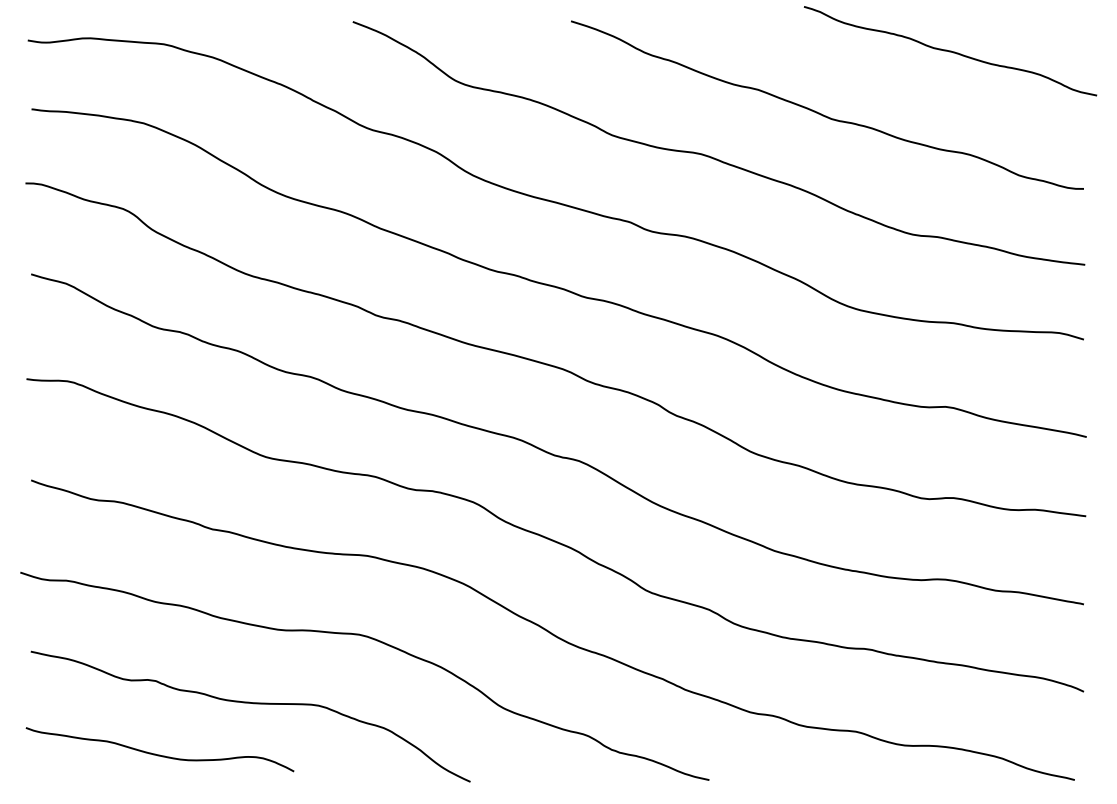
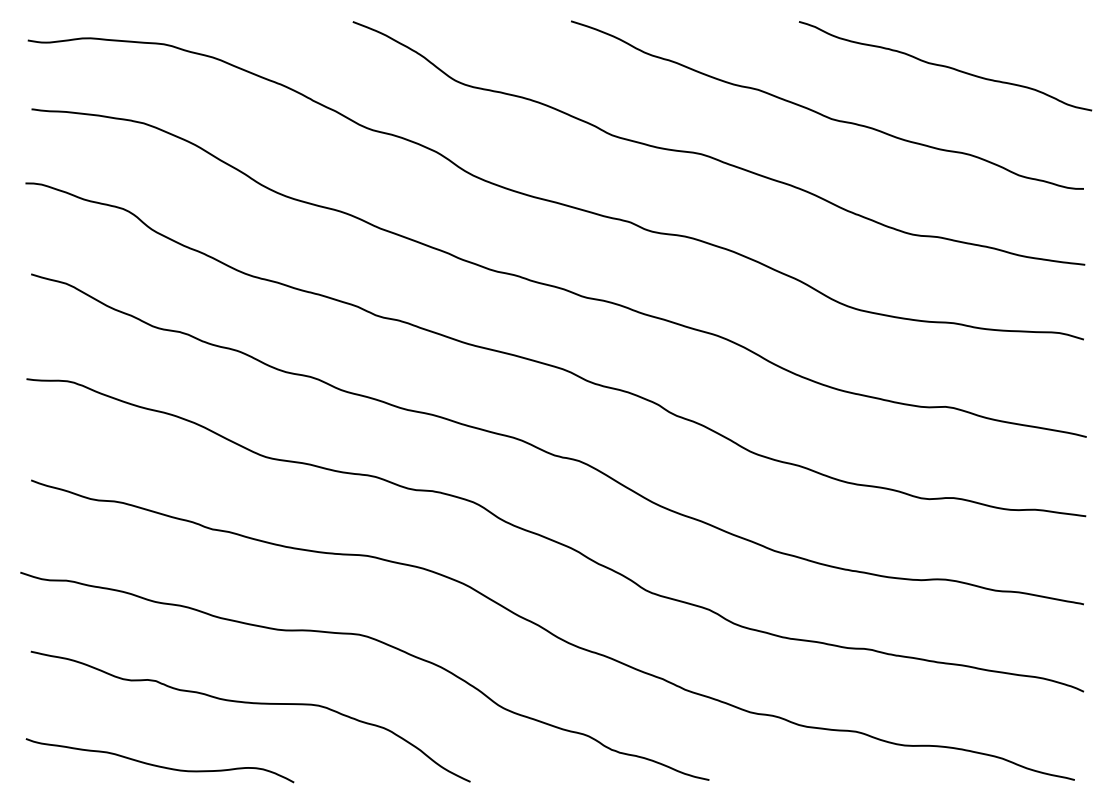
curve at (950, 51) position: (950, 51) -> (945, 66)
curve at (159, 754) position: (159, 754) -> (159, 765)
